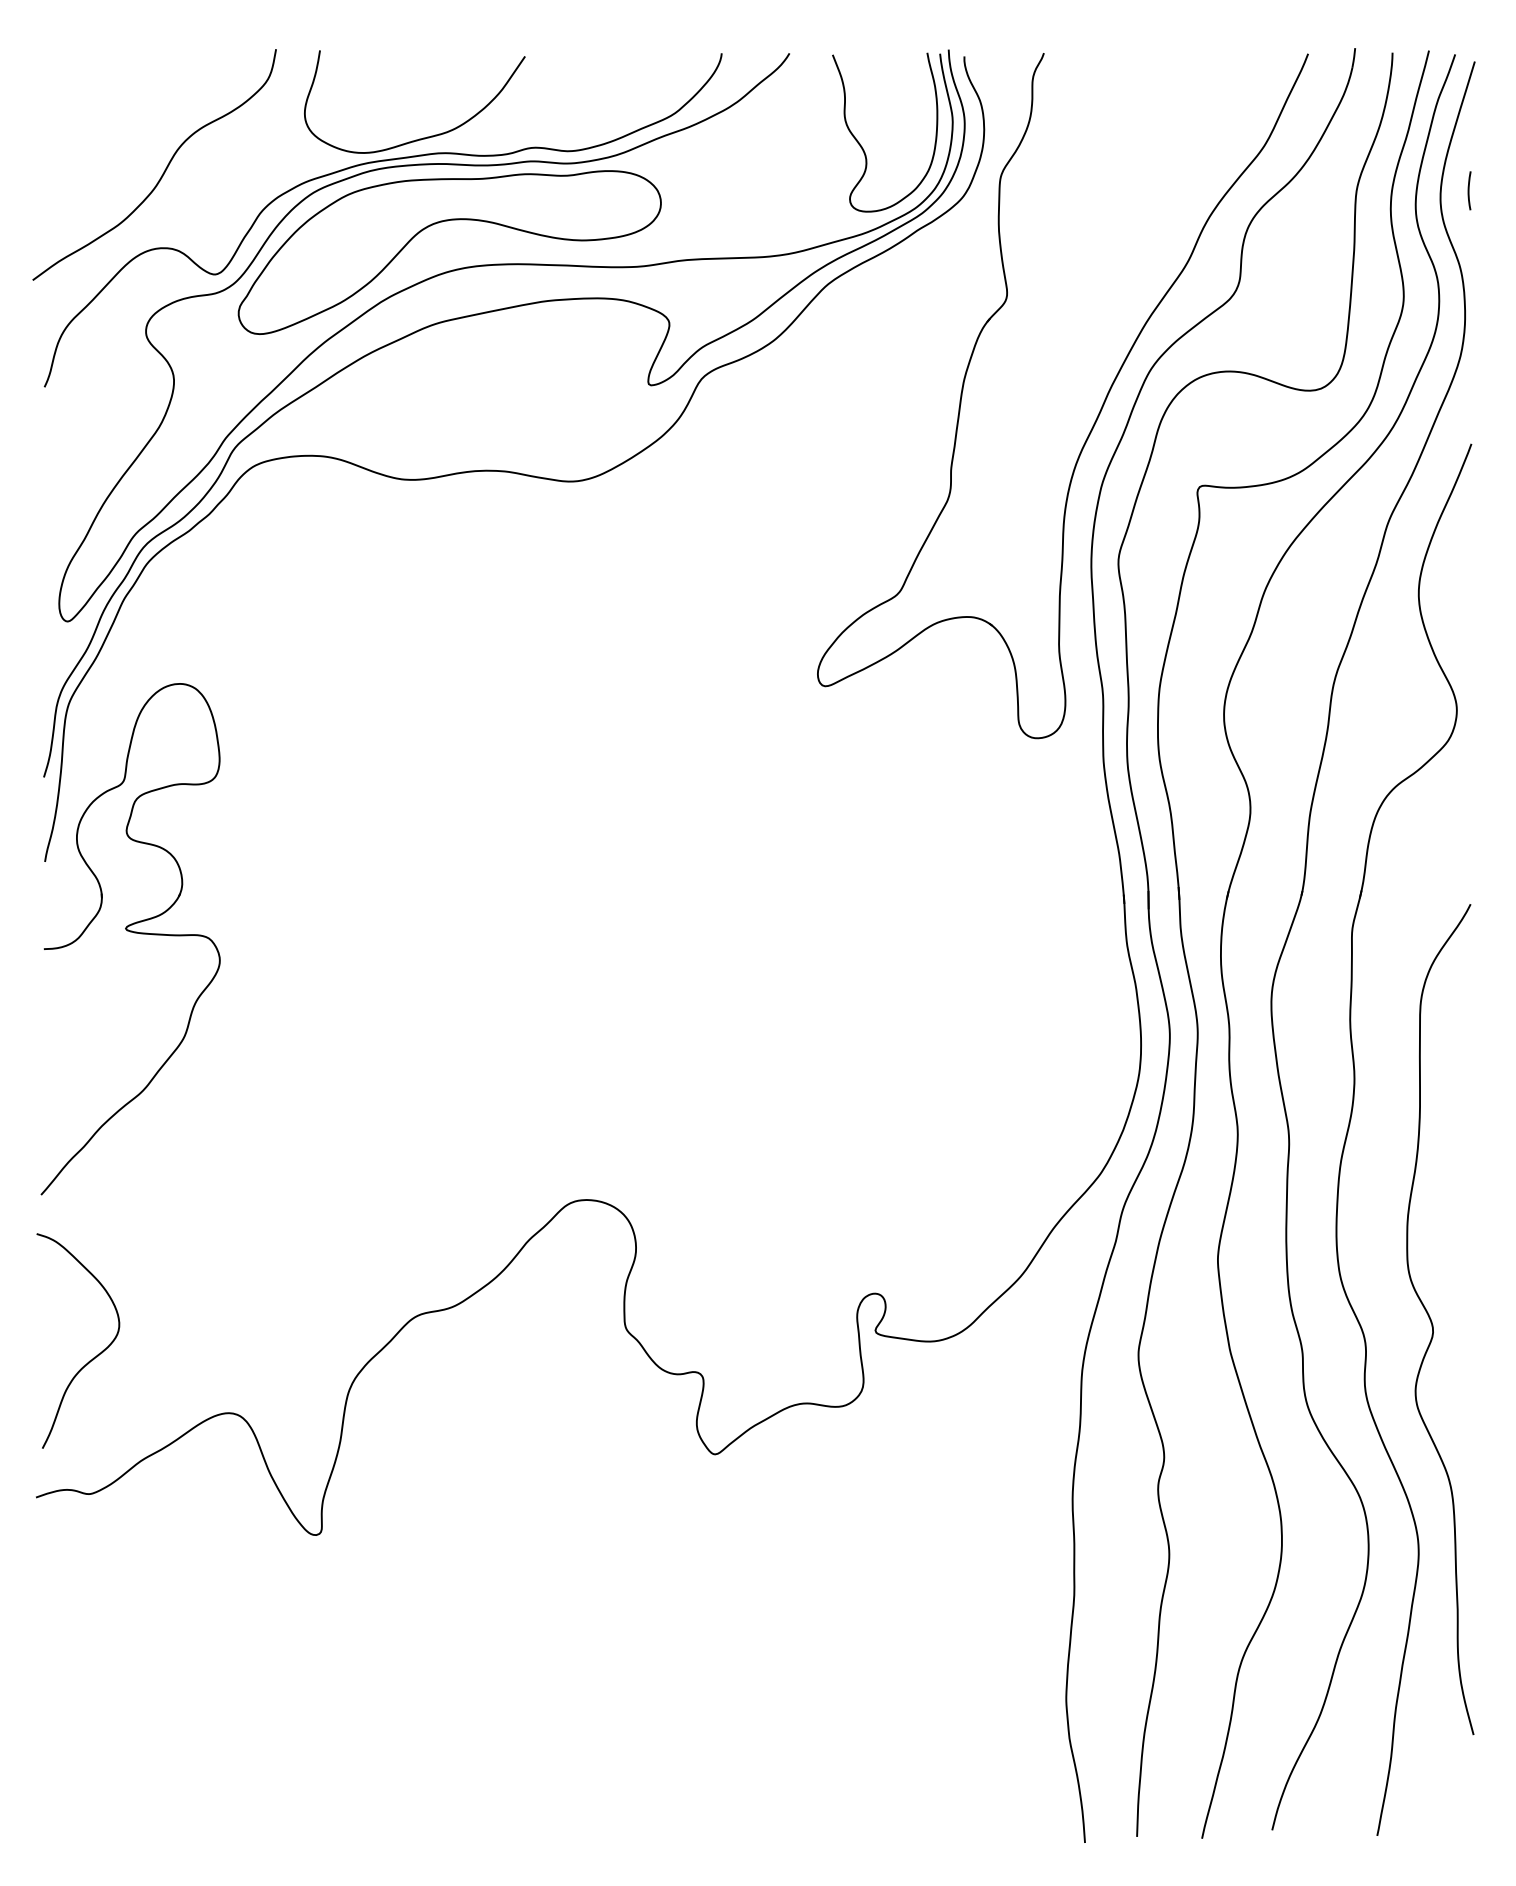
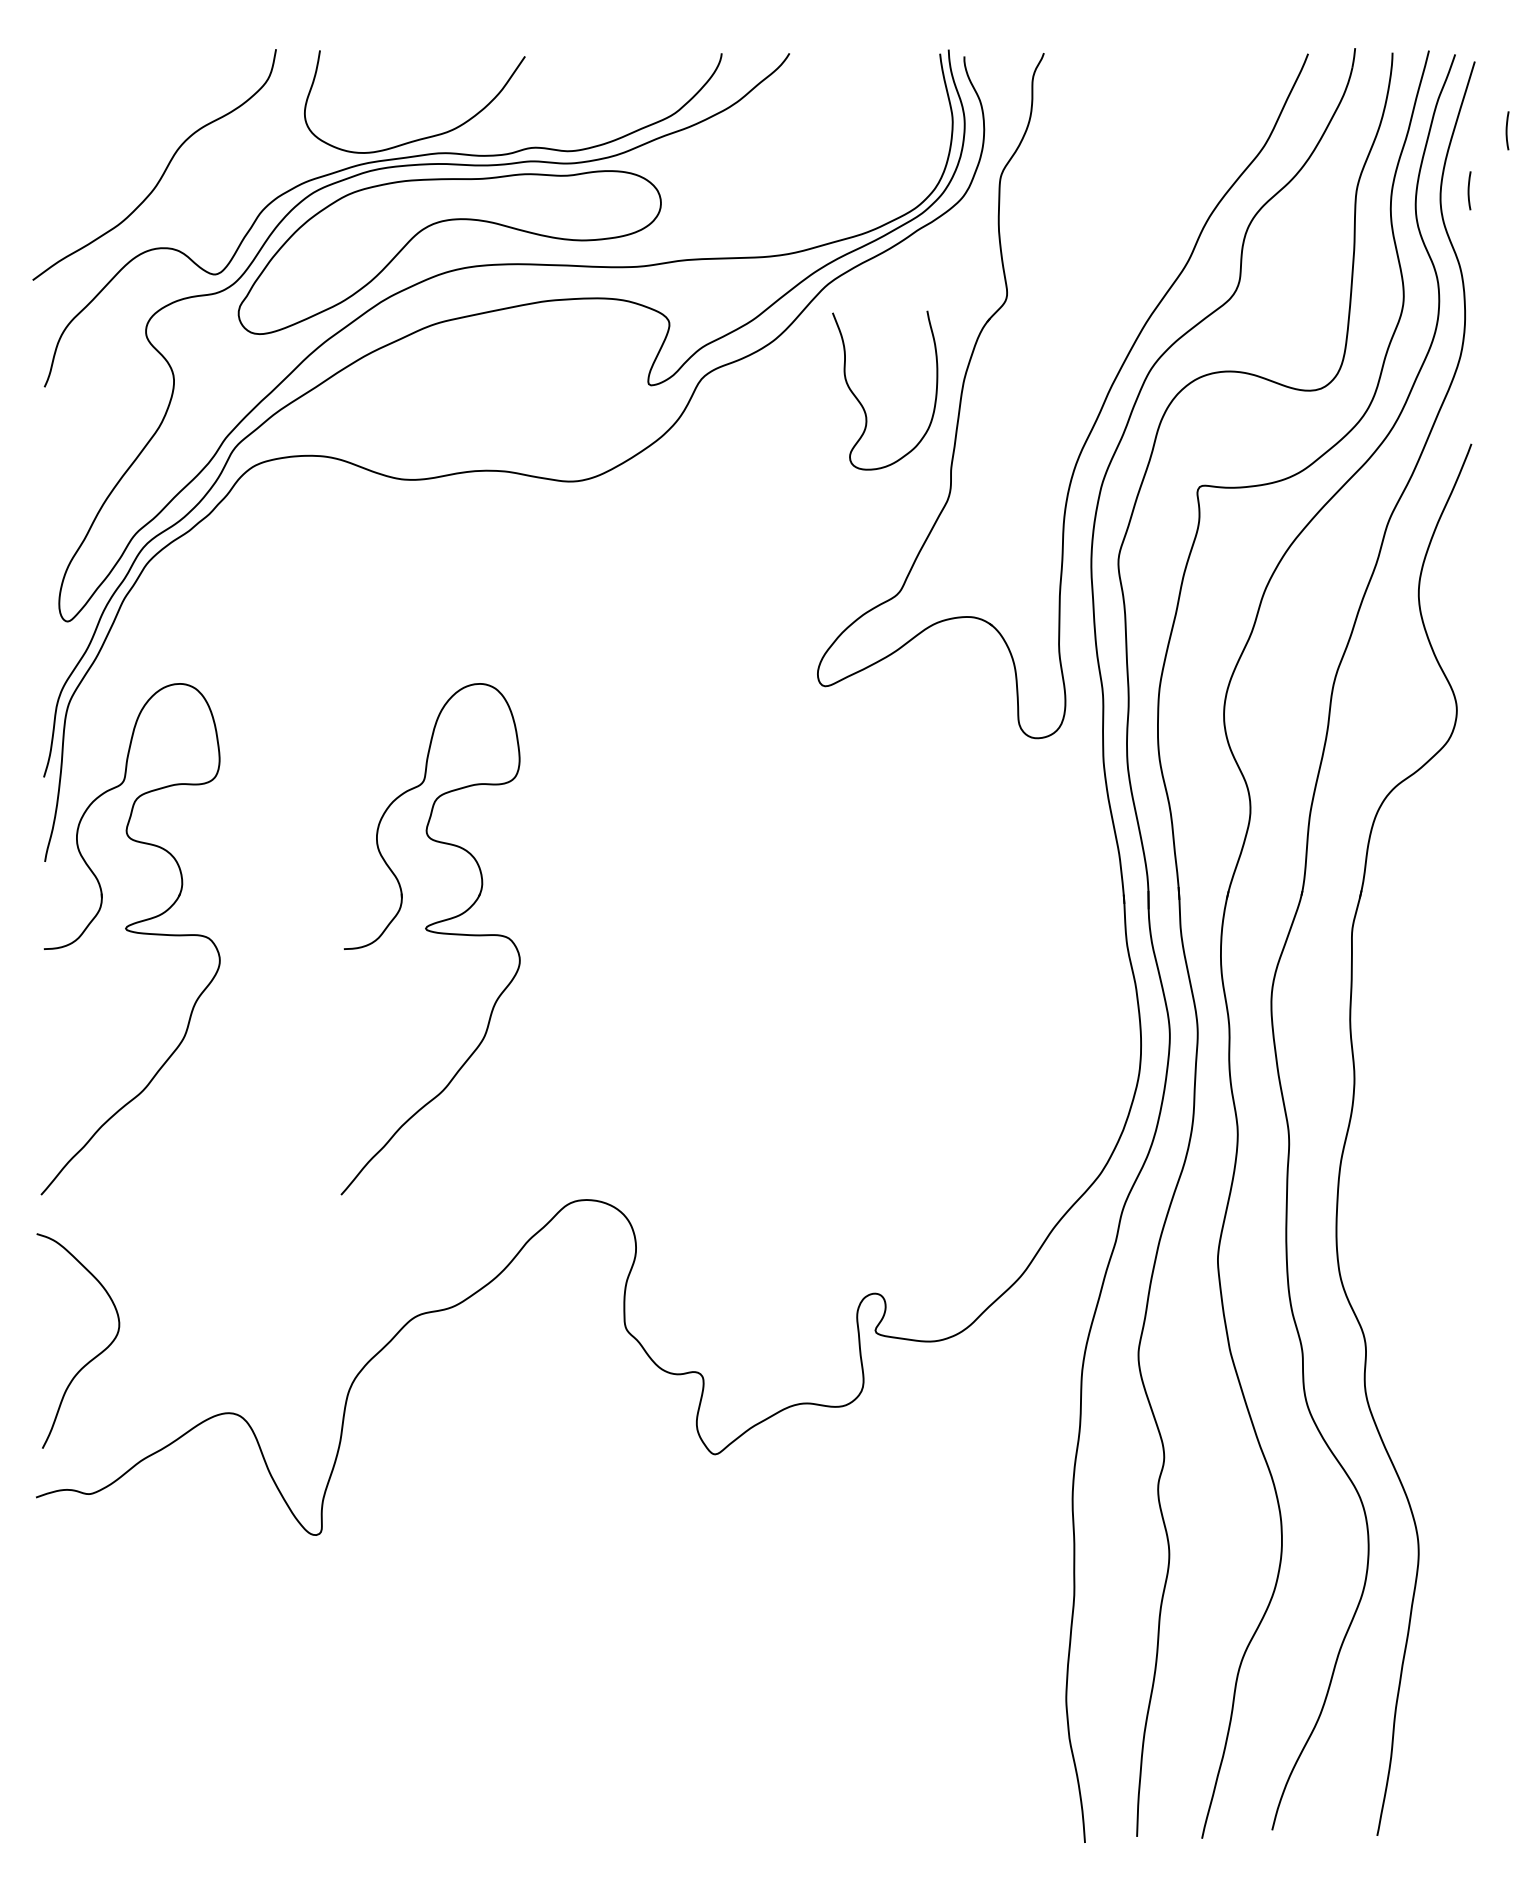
curve at (1507, 130): none -> present
curve at (862, 146) position: (862, 146) -> (862, 404)
part at (430, 932): none -> present
curve at (1432, 1321): present -> none
